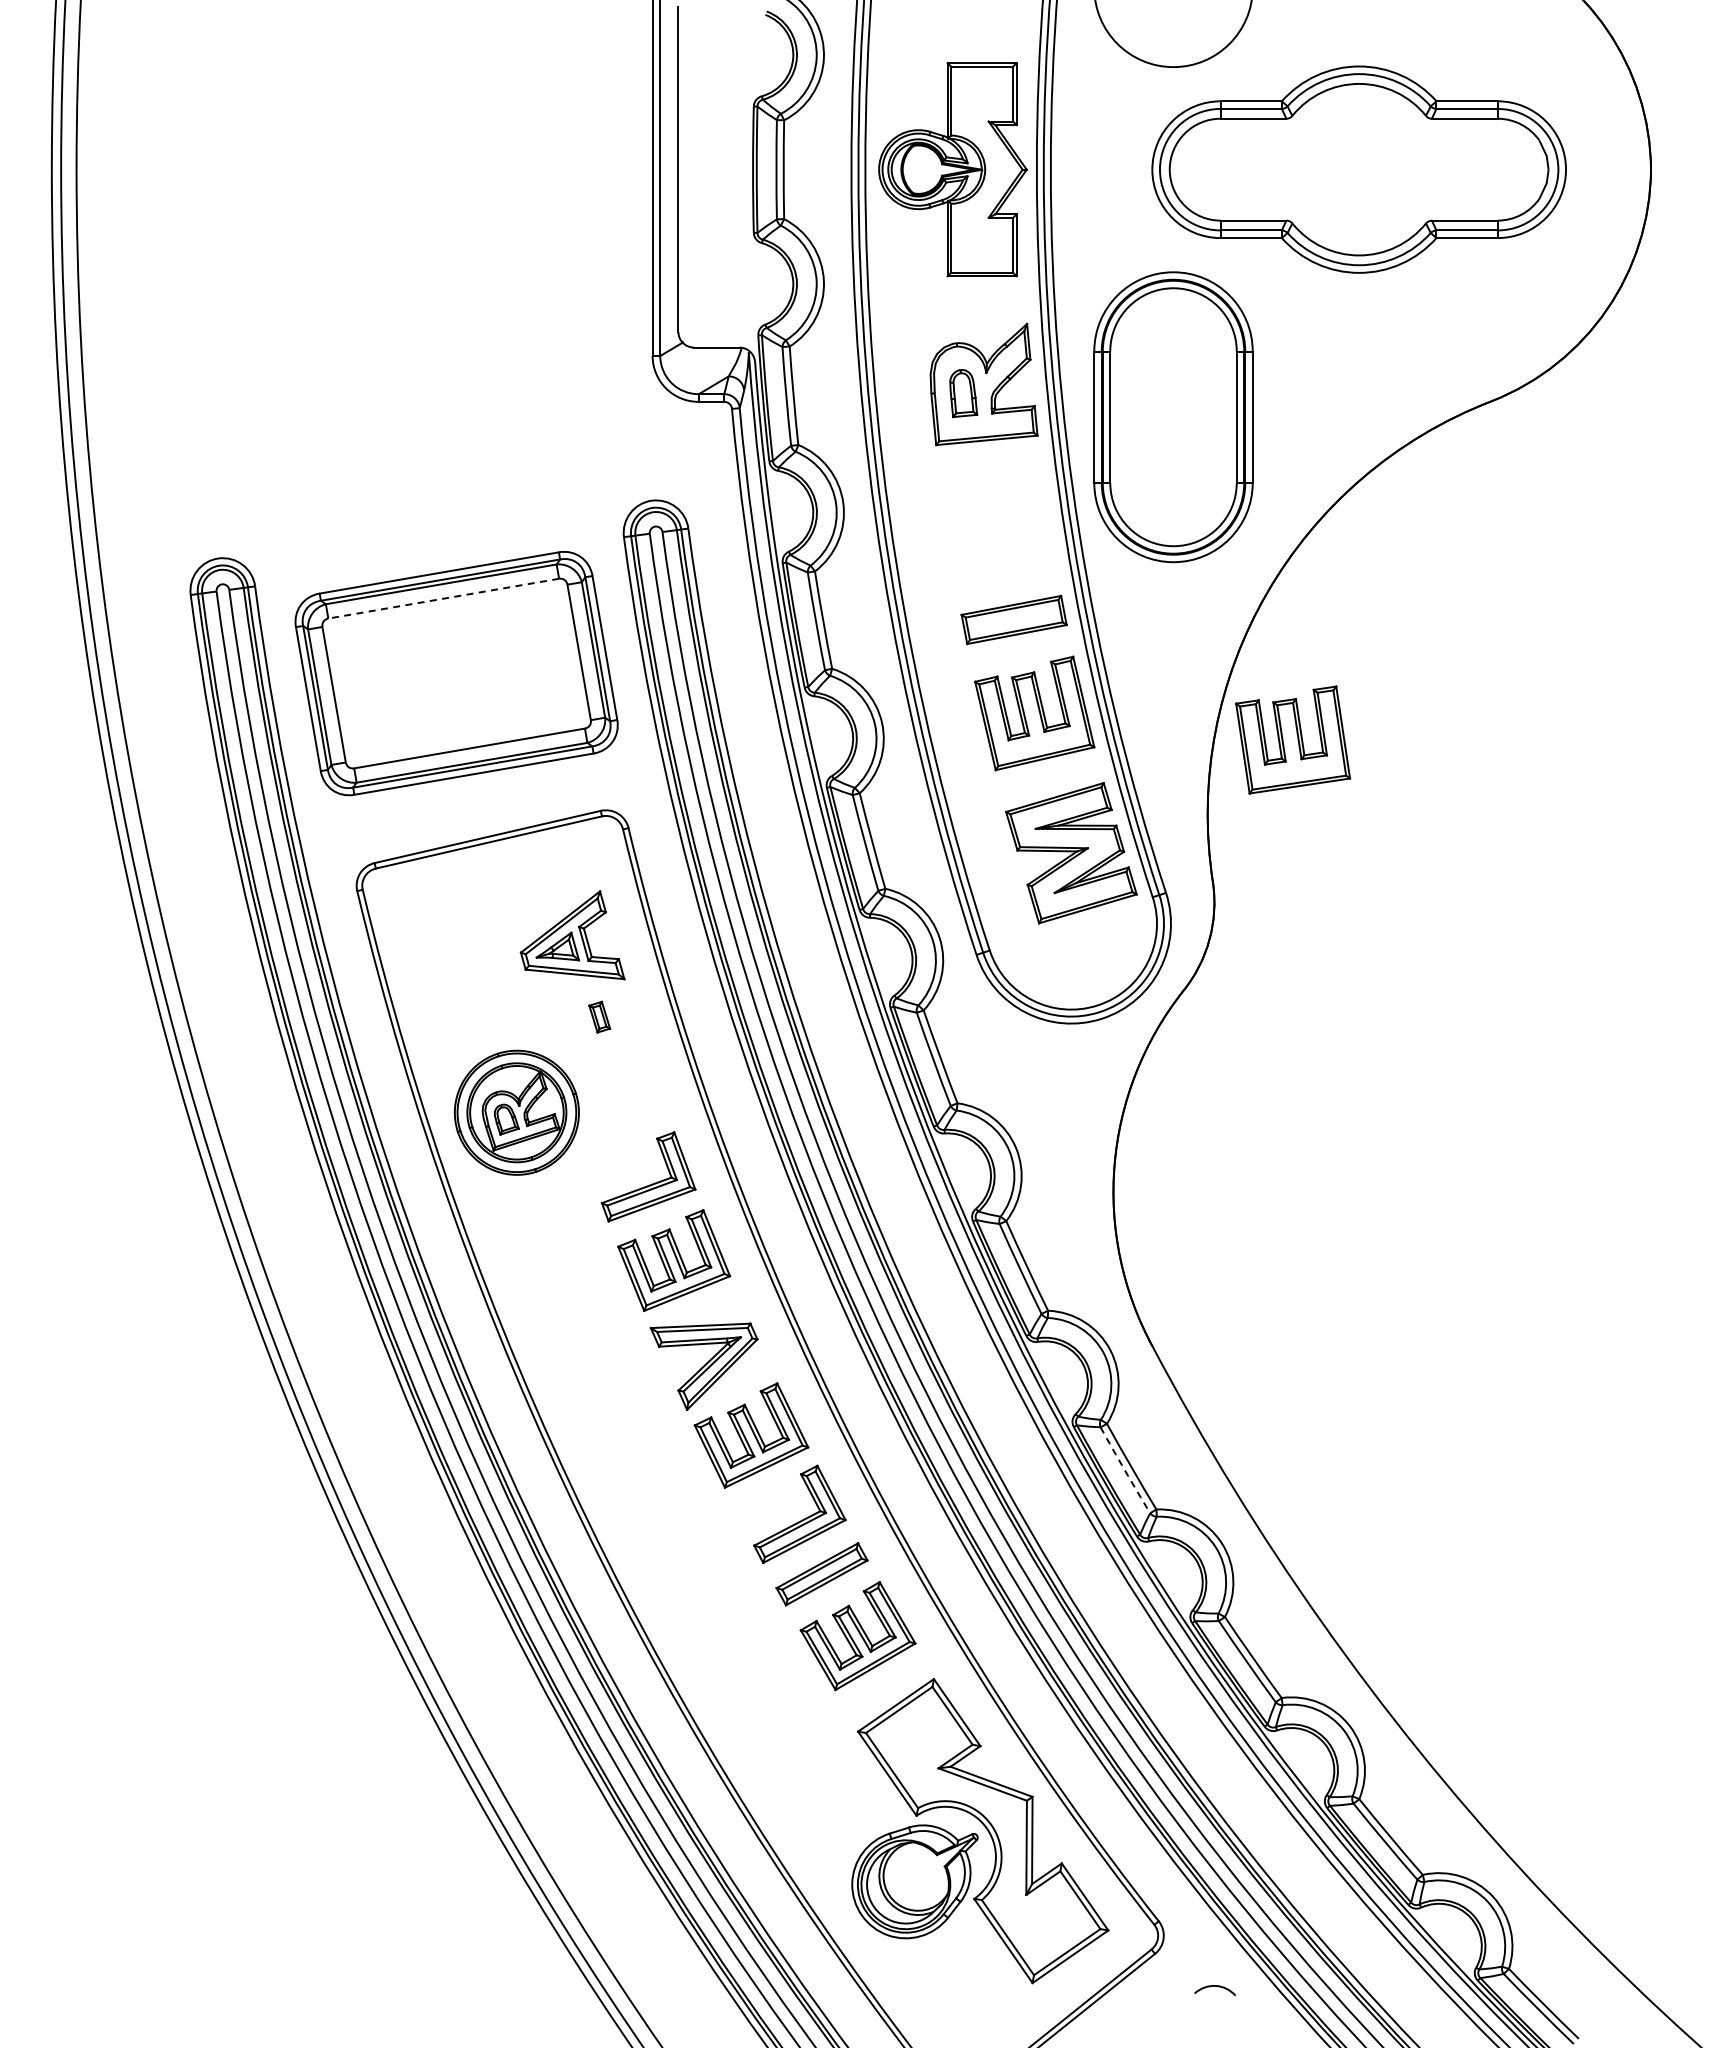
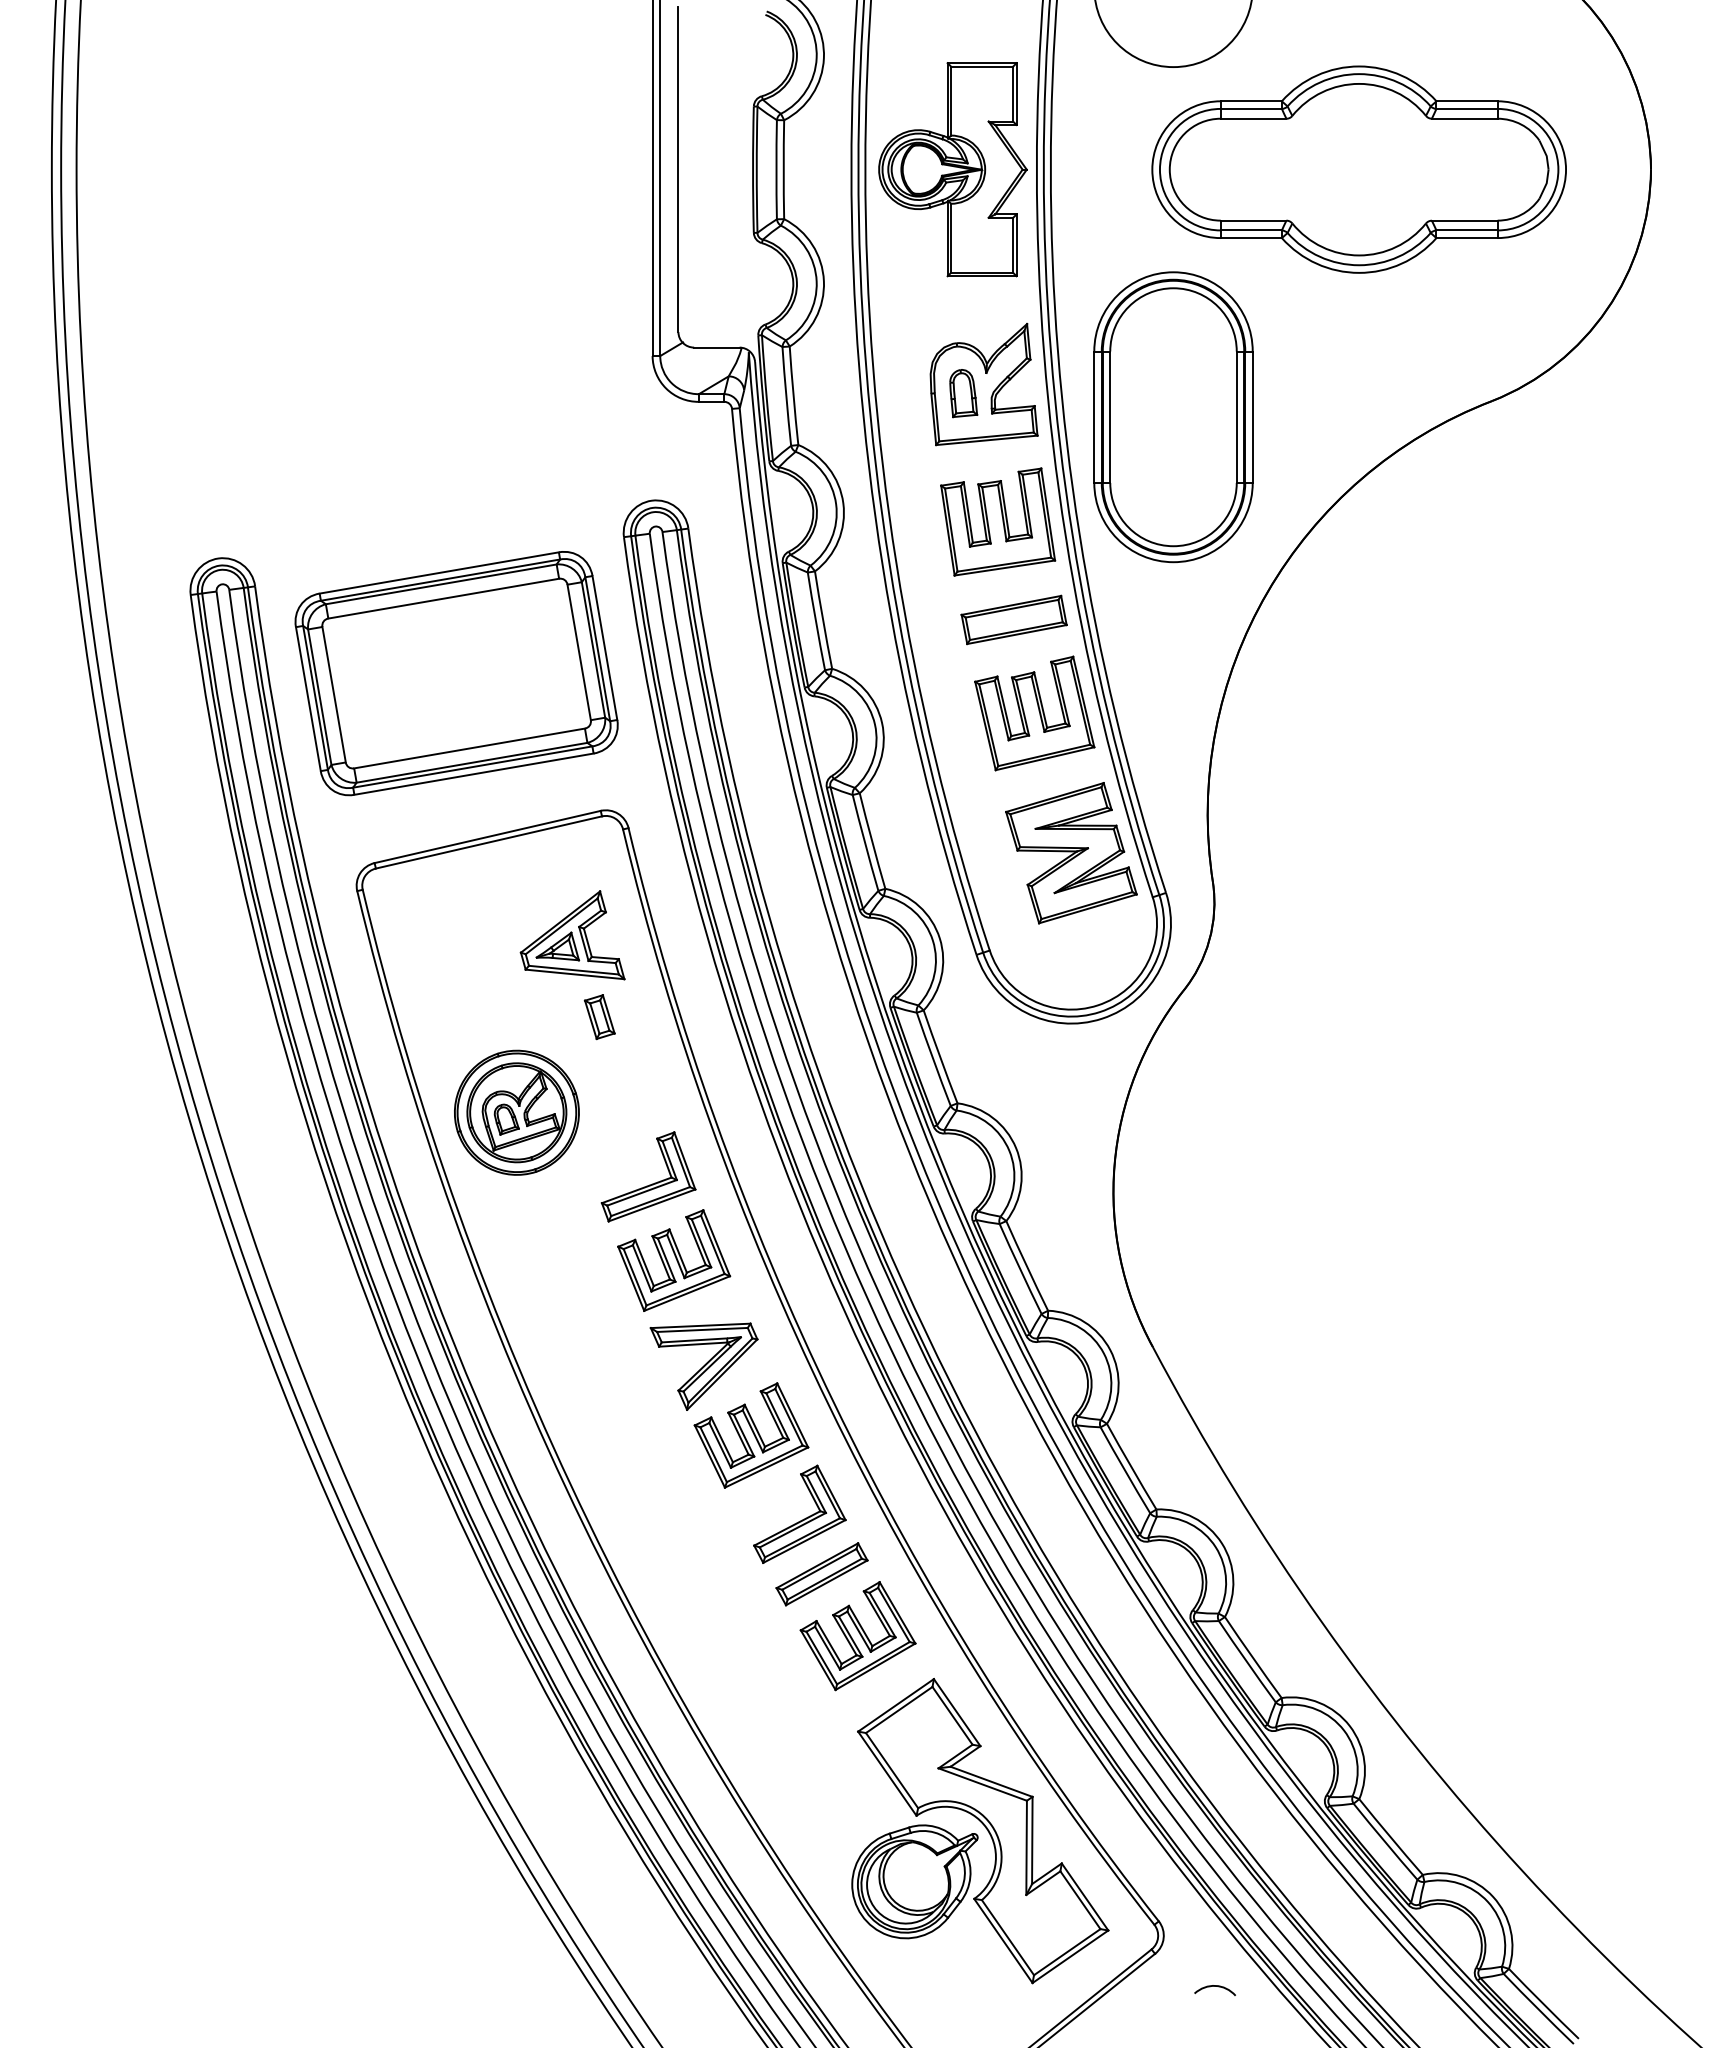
line at (443, 598): dashed -> solid
part at (1293, 739) position: (1293, 739) -> (998, 521)
part at (599, 1016) size: 24x34 px -> 33x47 px
arc at (1125, 1470): dashed -> solid
